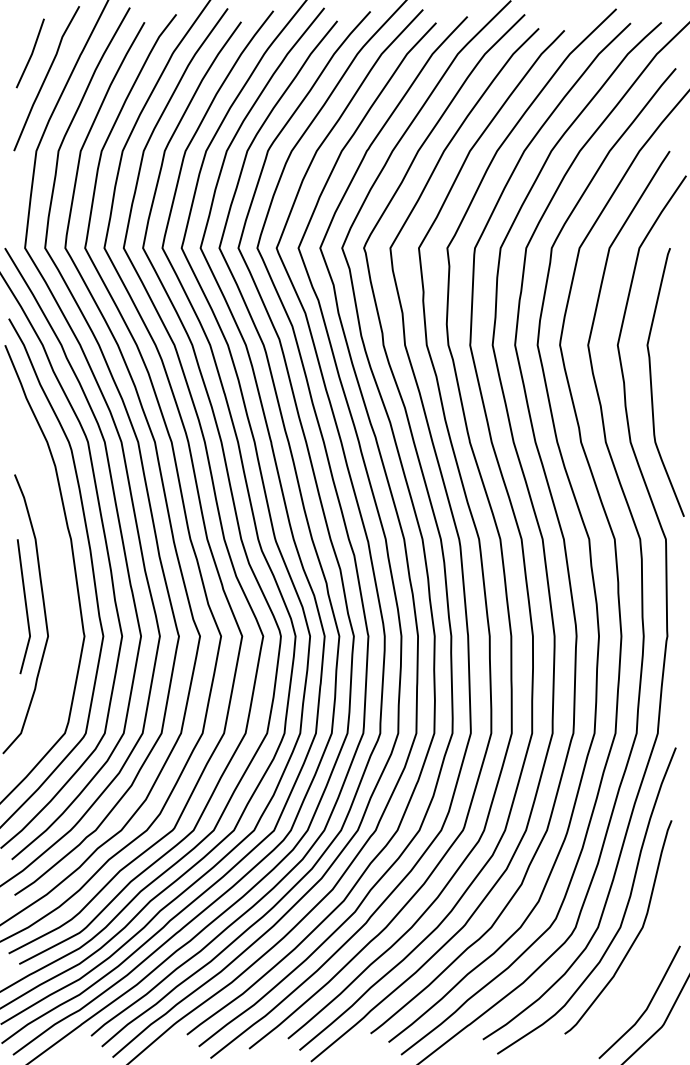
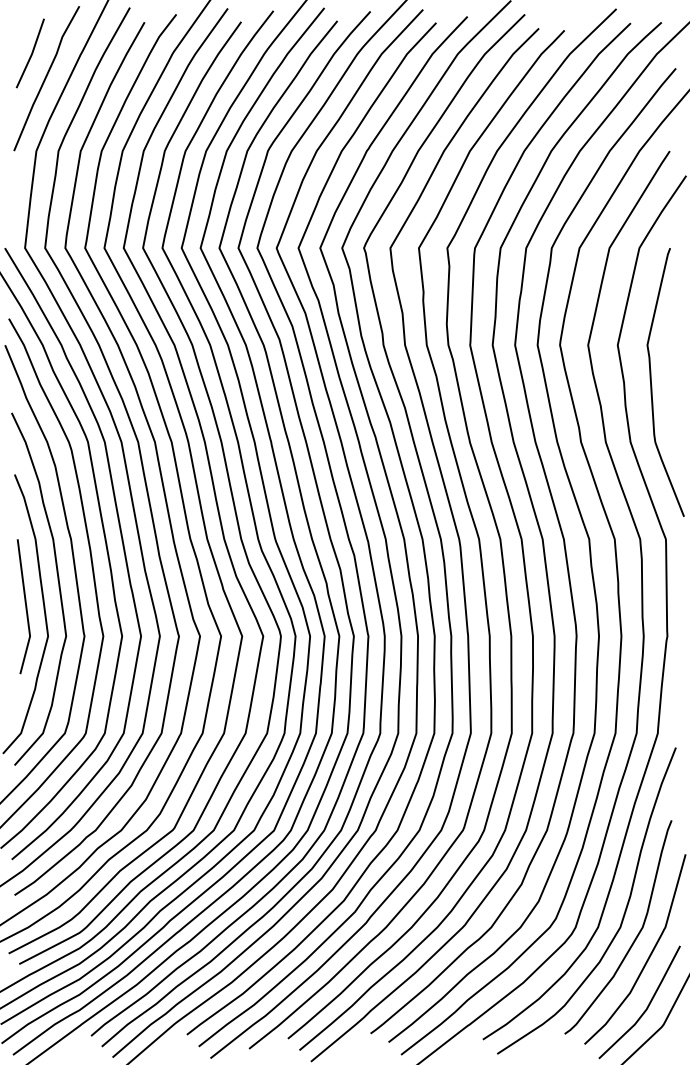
curve at (58, 587): none -> present
curve at (648, 956): none -> present
